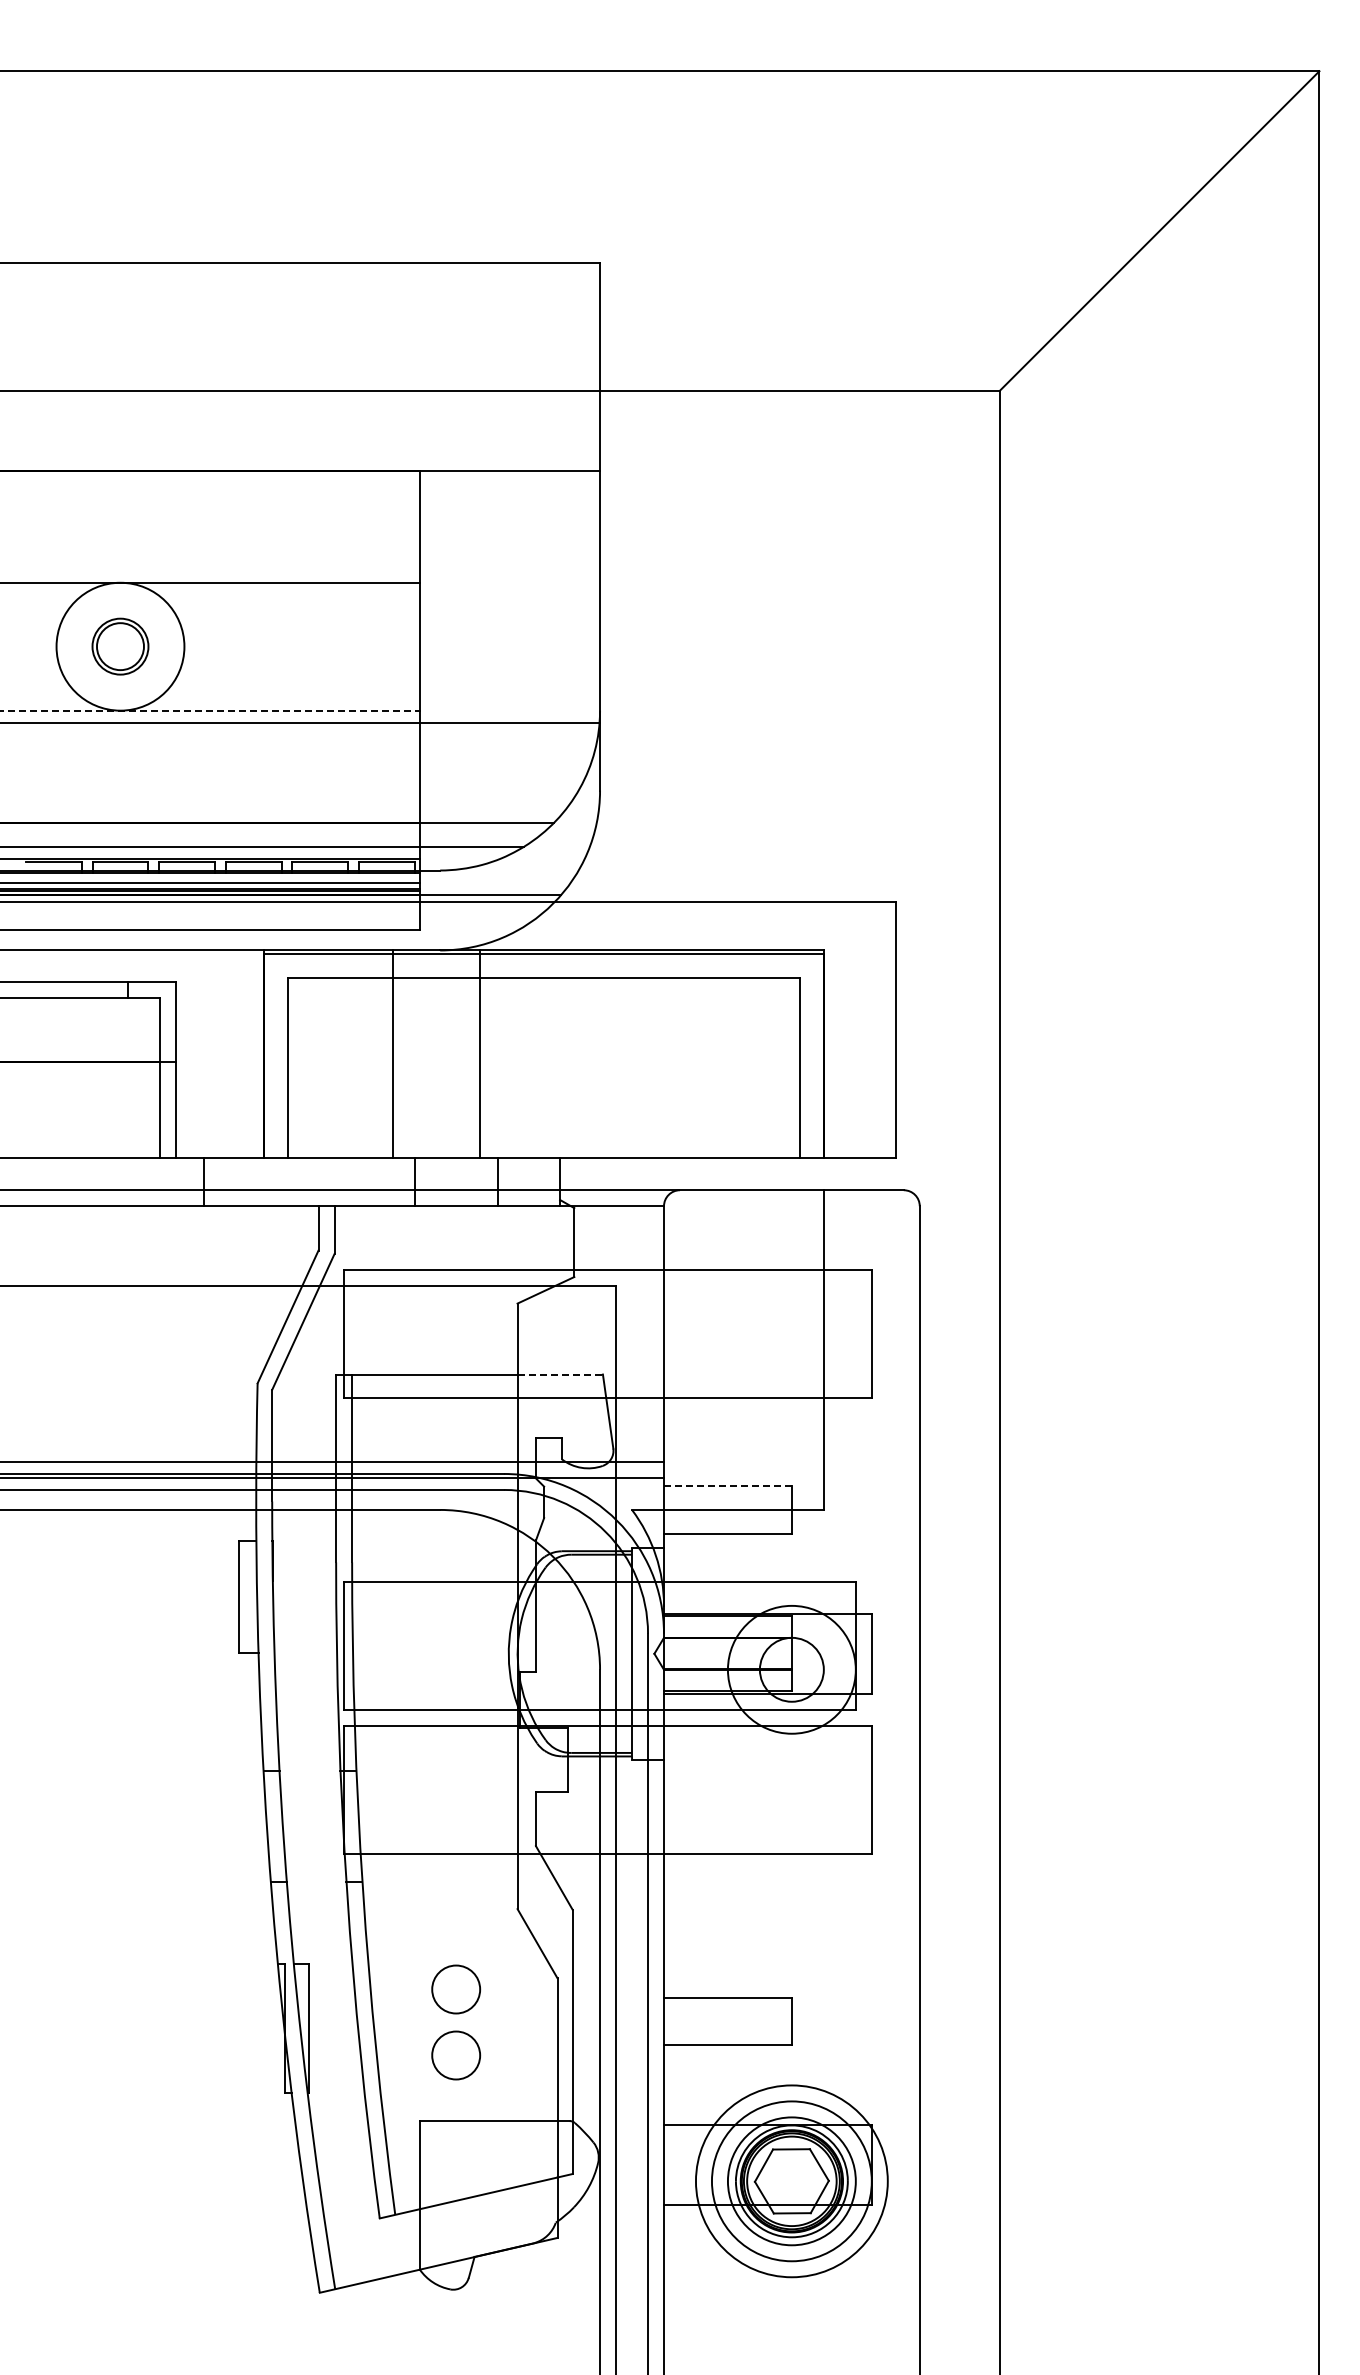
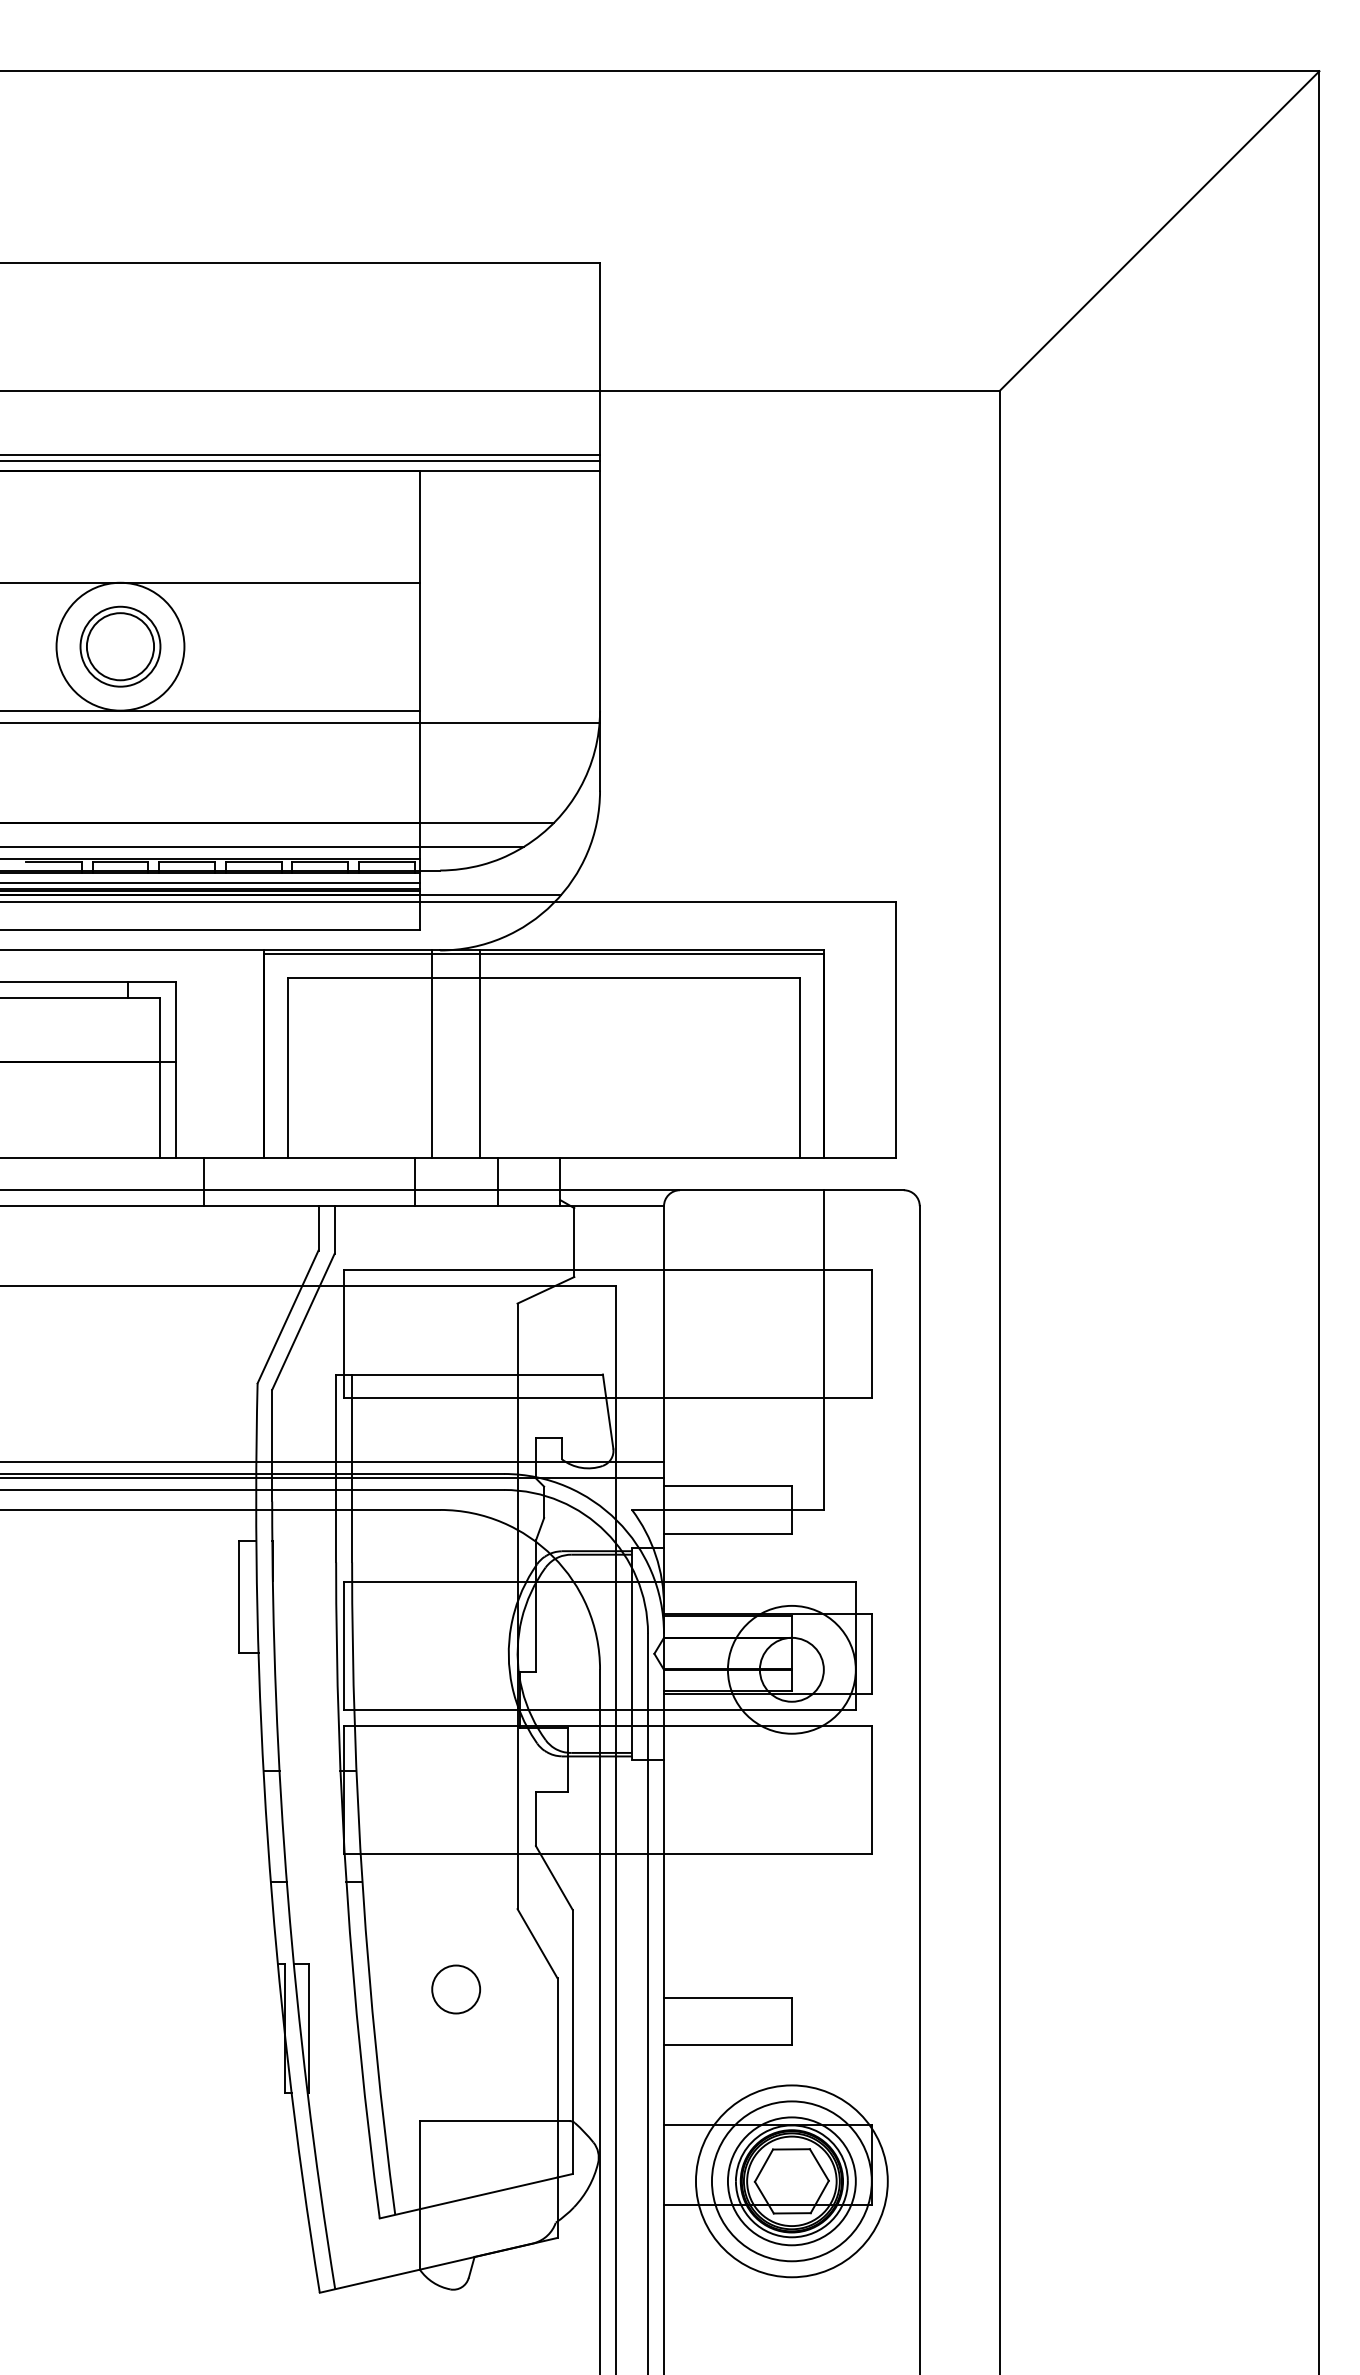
line at (301, 454): none -> present
line at (301, 461): none -> present
part at (120, 646) size: 59x59 px -> 83x83 px
line at (210, 710): dashed -> solid
line at (393, 1054) position: (393, 1054) -> (432, 1054)
line at (560, 1374): dashed -> solid
line at (727, 1485): dashed -> solid
circle at (456, 2055): present -> none
